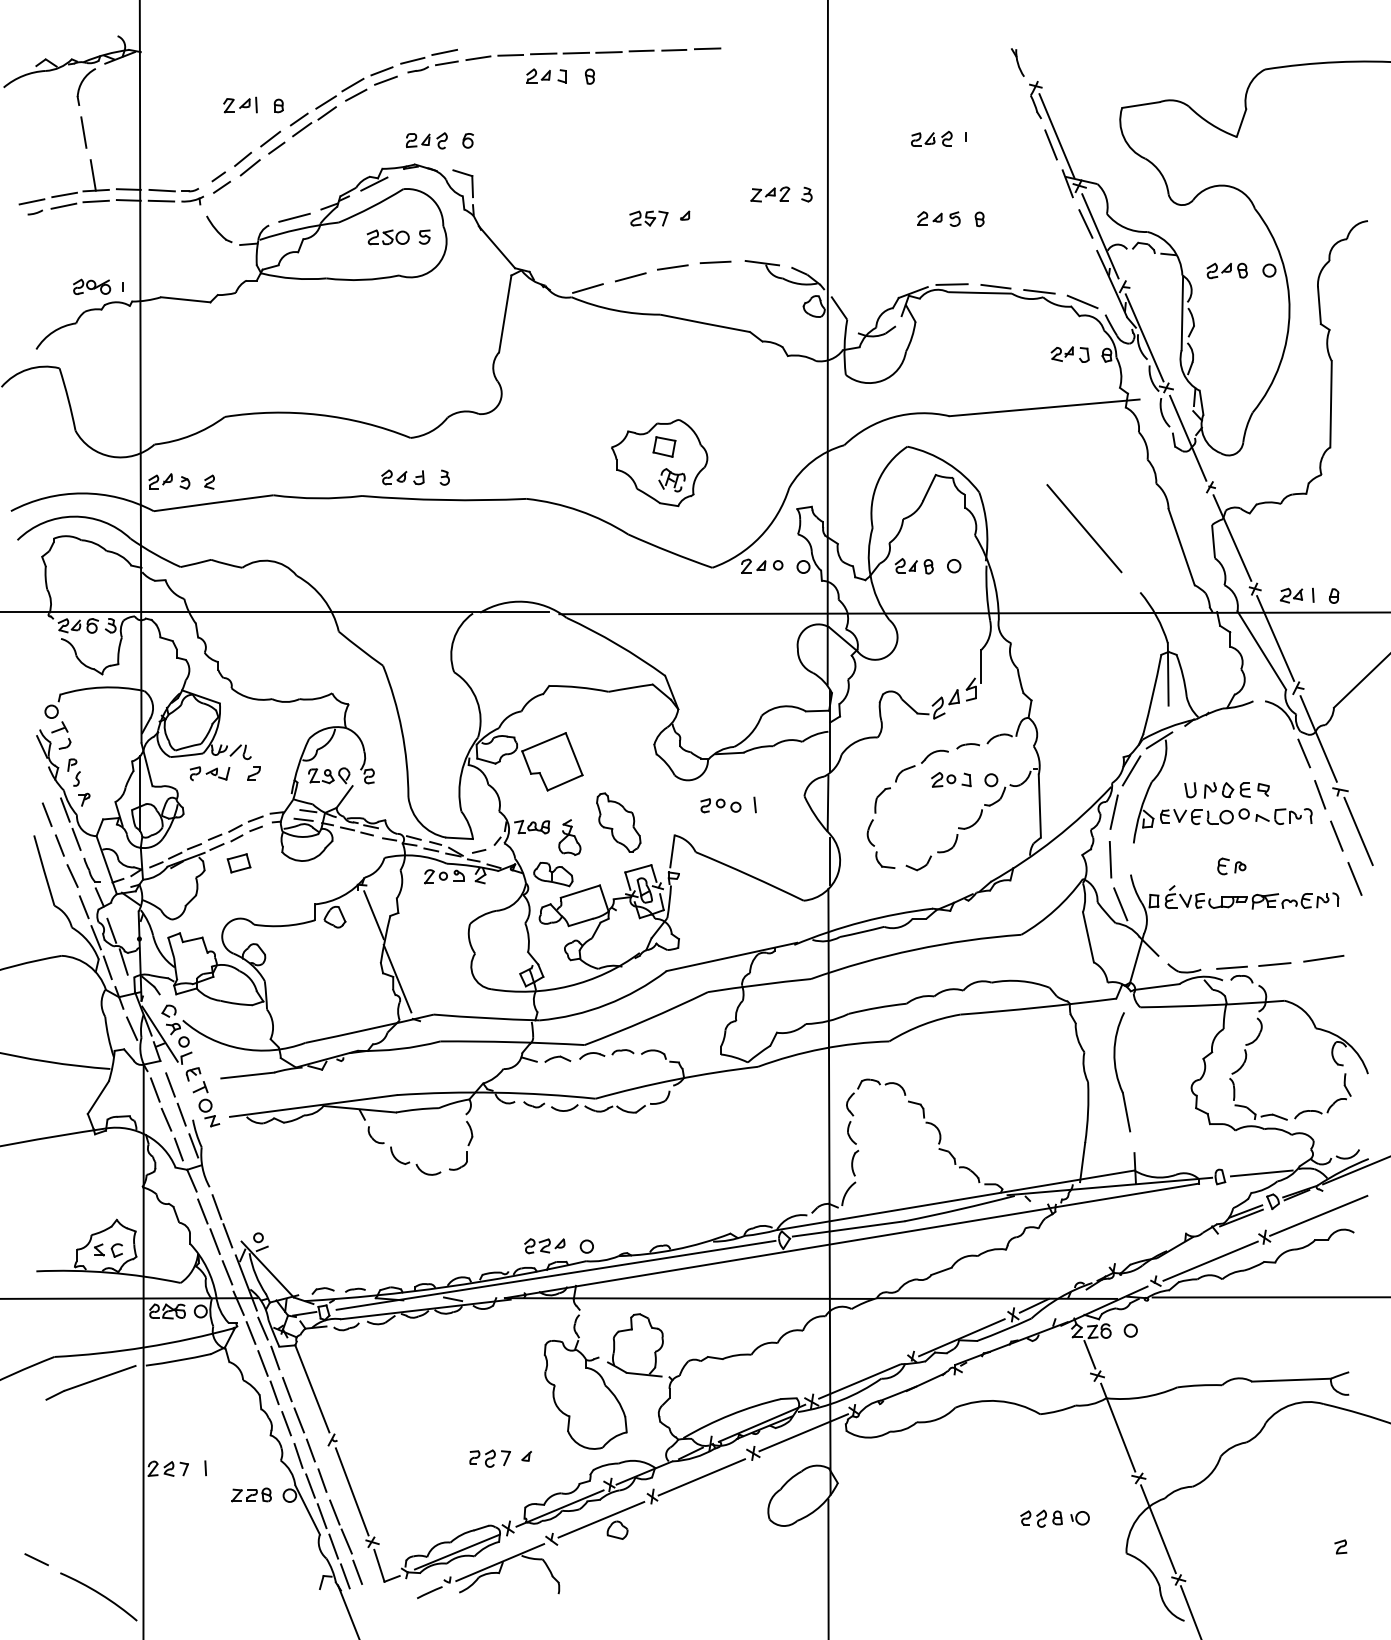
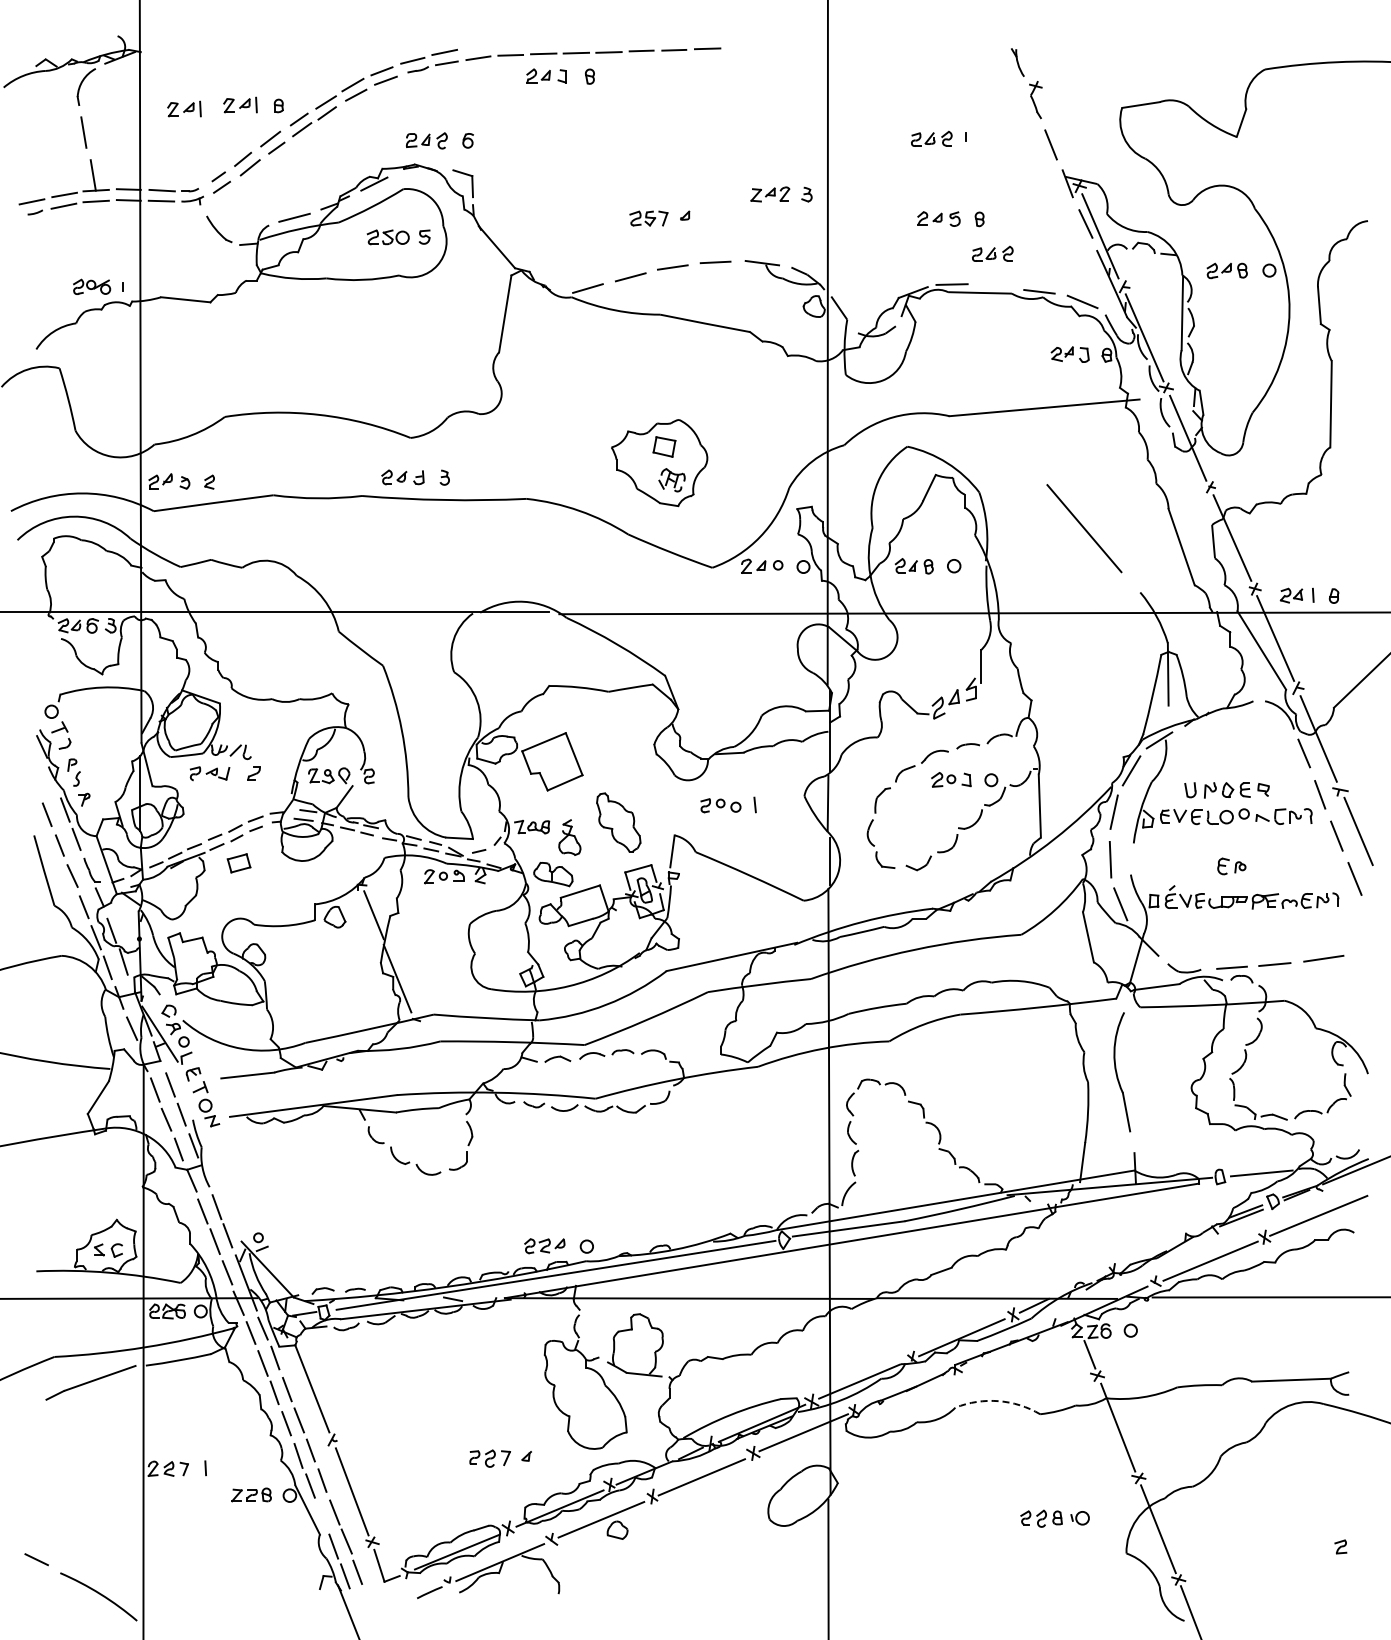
part at (184, 108): none -> present
line at (1056, 135): present -> none
part at (992, 253): none -> present
line at (995, 286): present -> none
arc at (998, 1401): solid -> dashed
line at (321, 1516): present -> none
